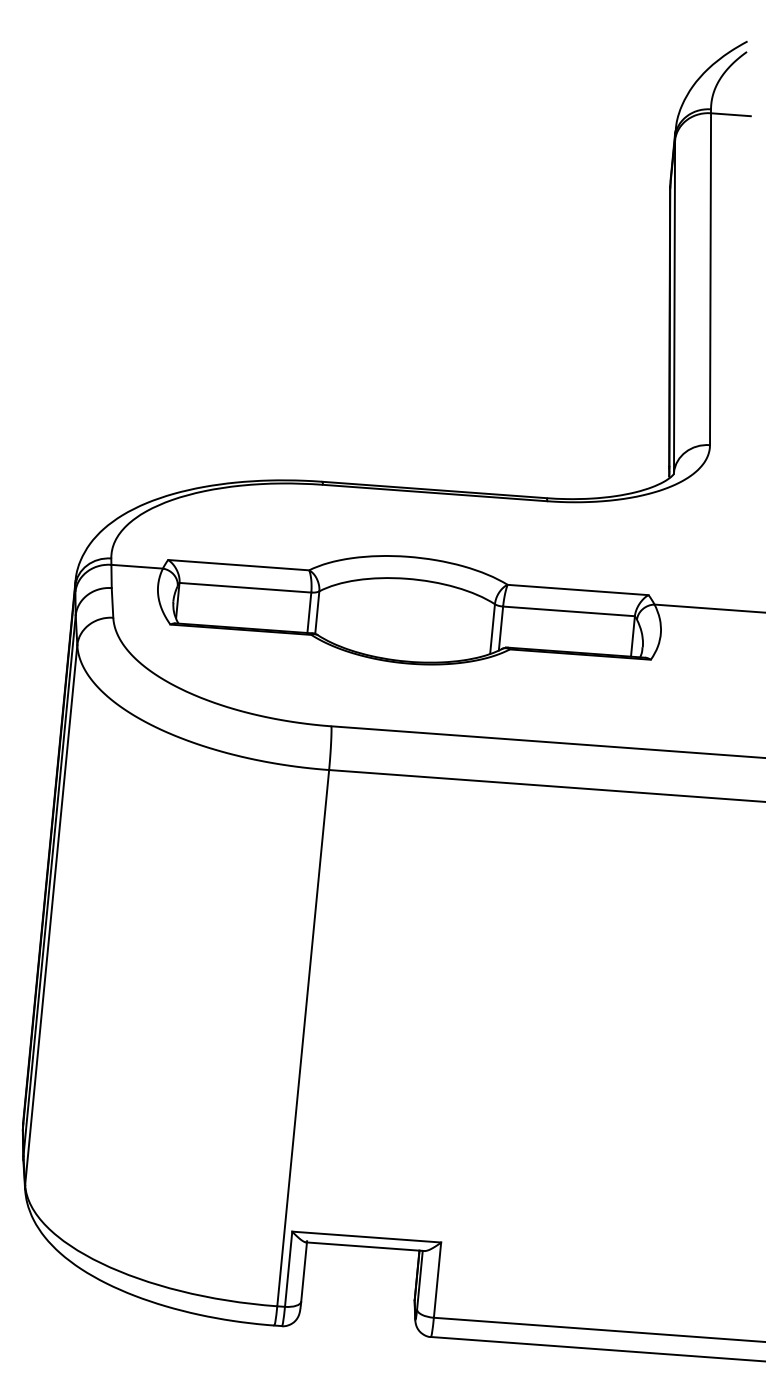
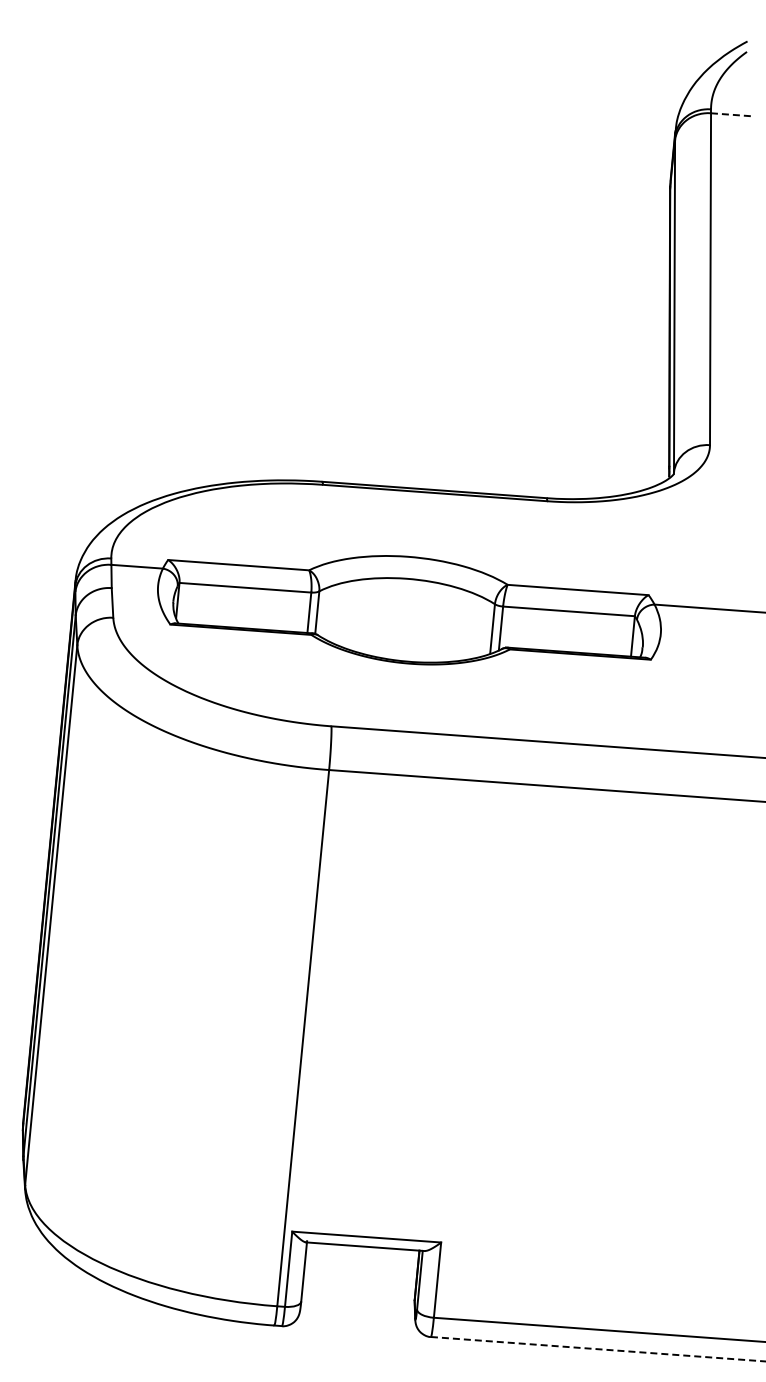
line at (730, 114): solid -> dashed
line at (598, 1349): solid -> dashed
